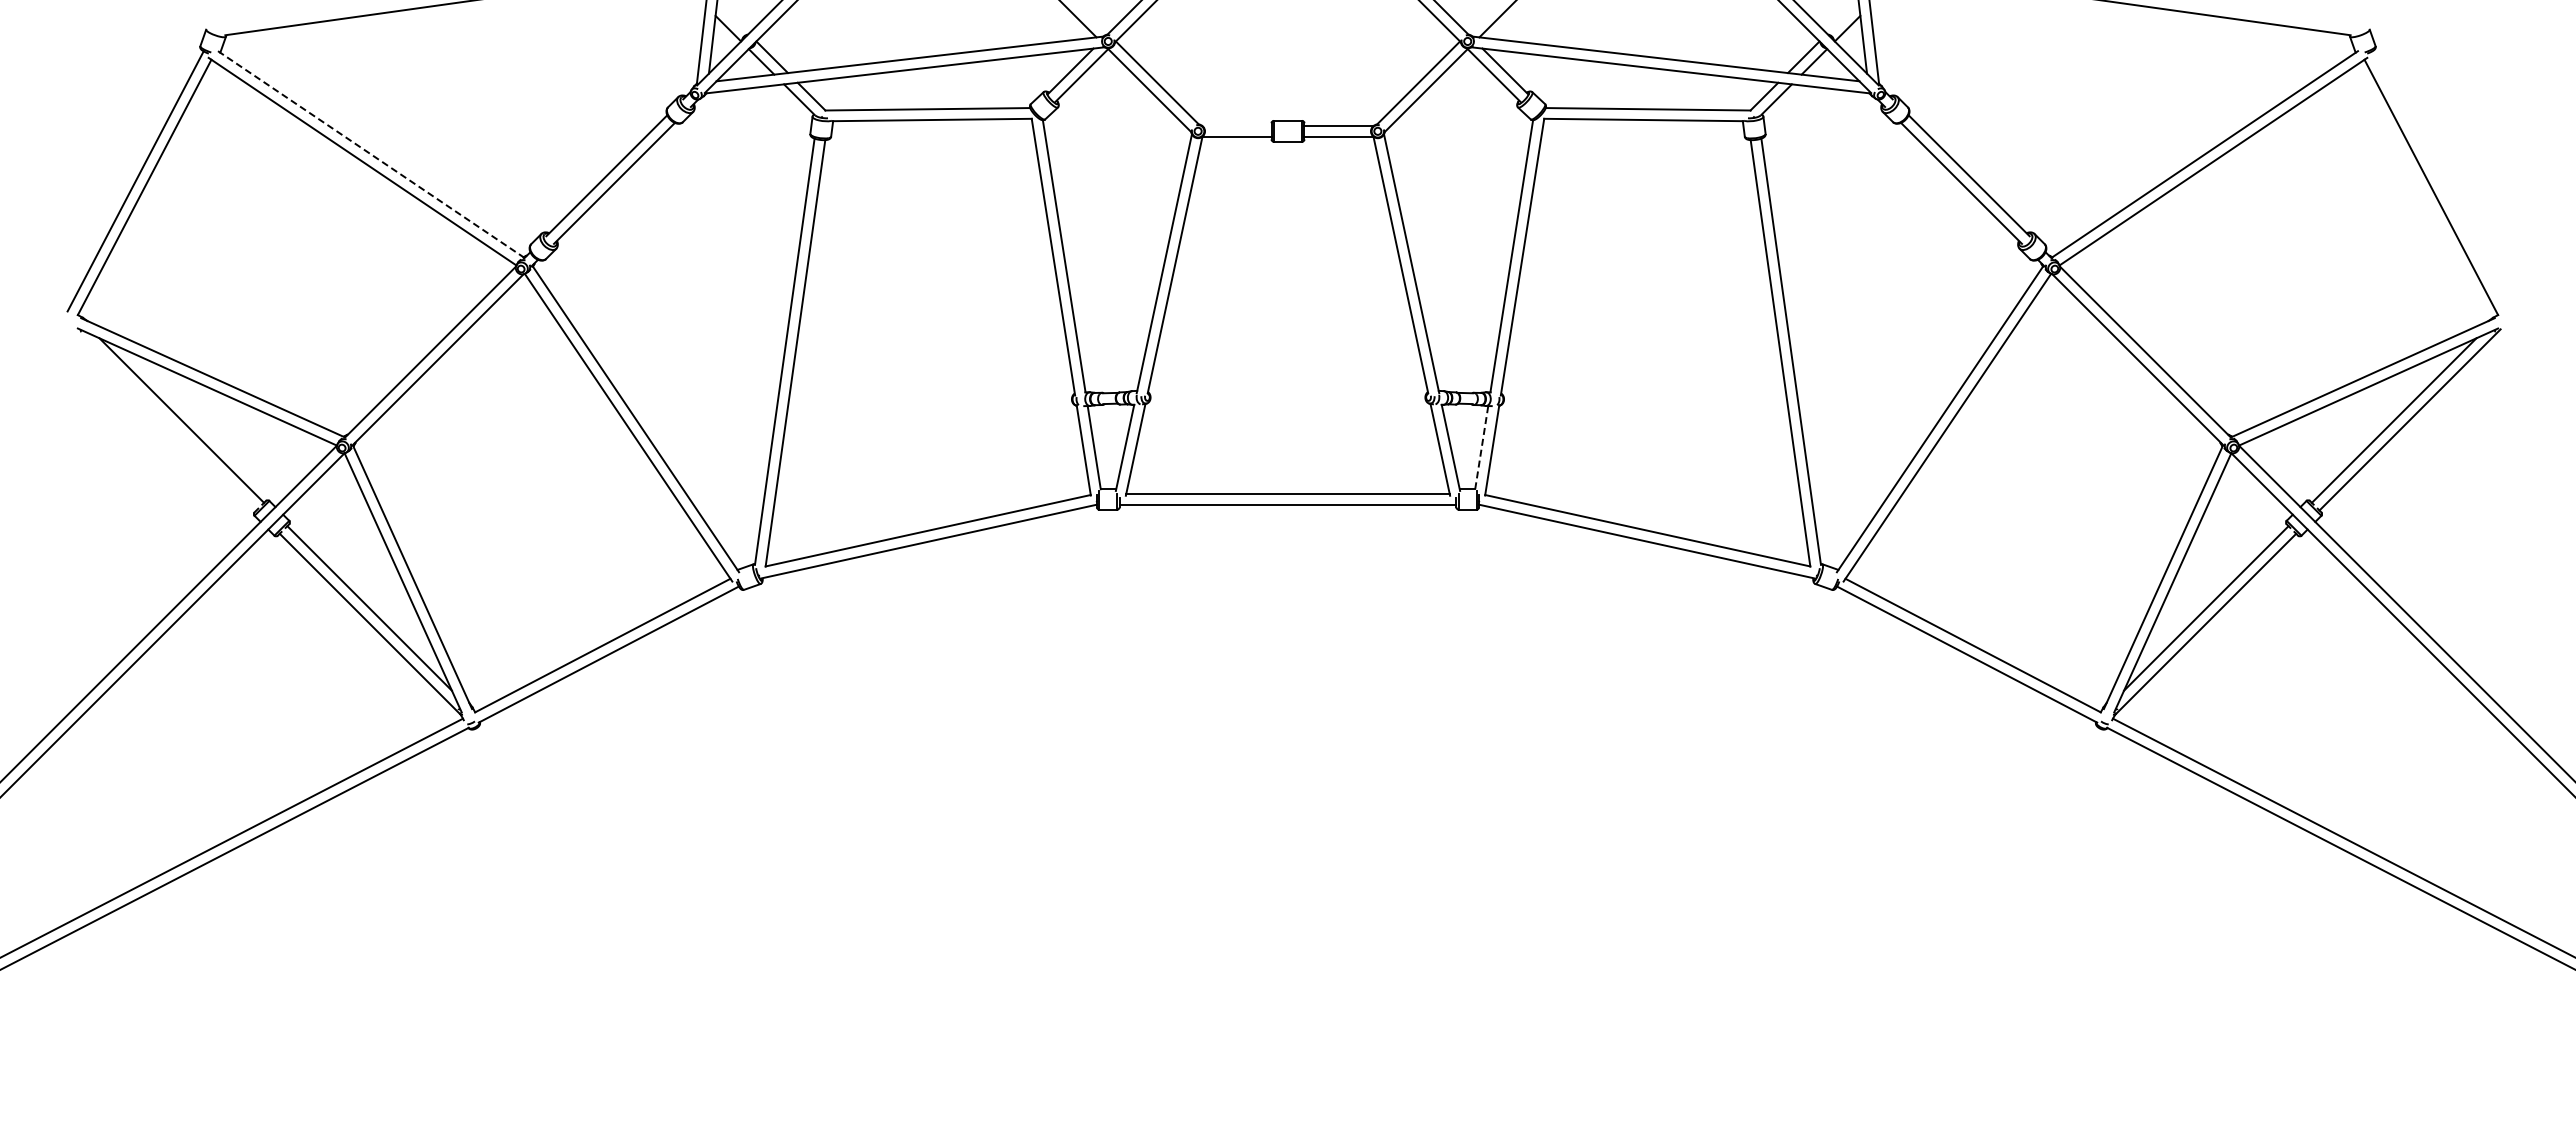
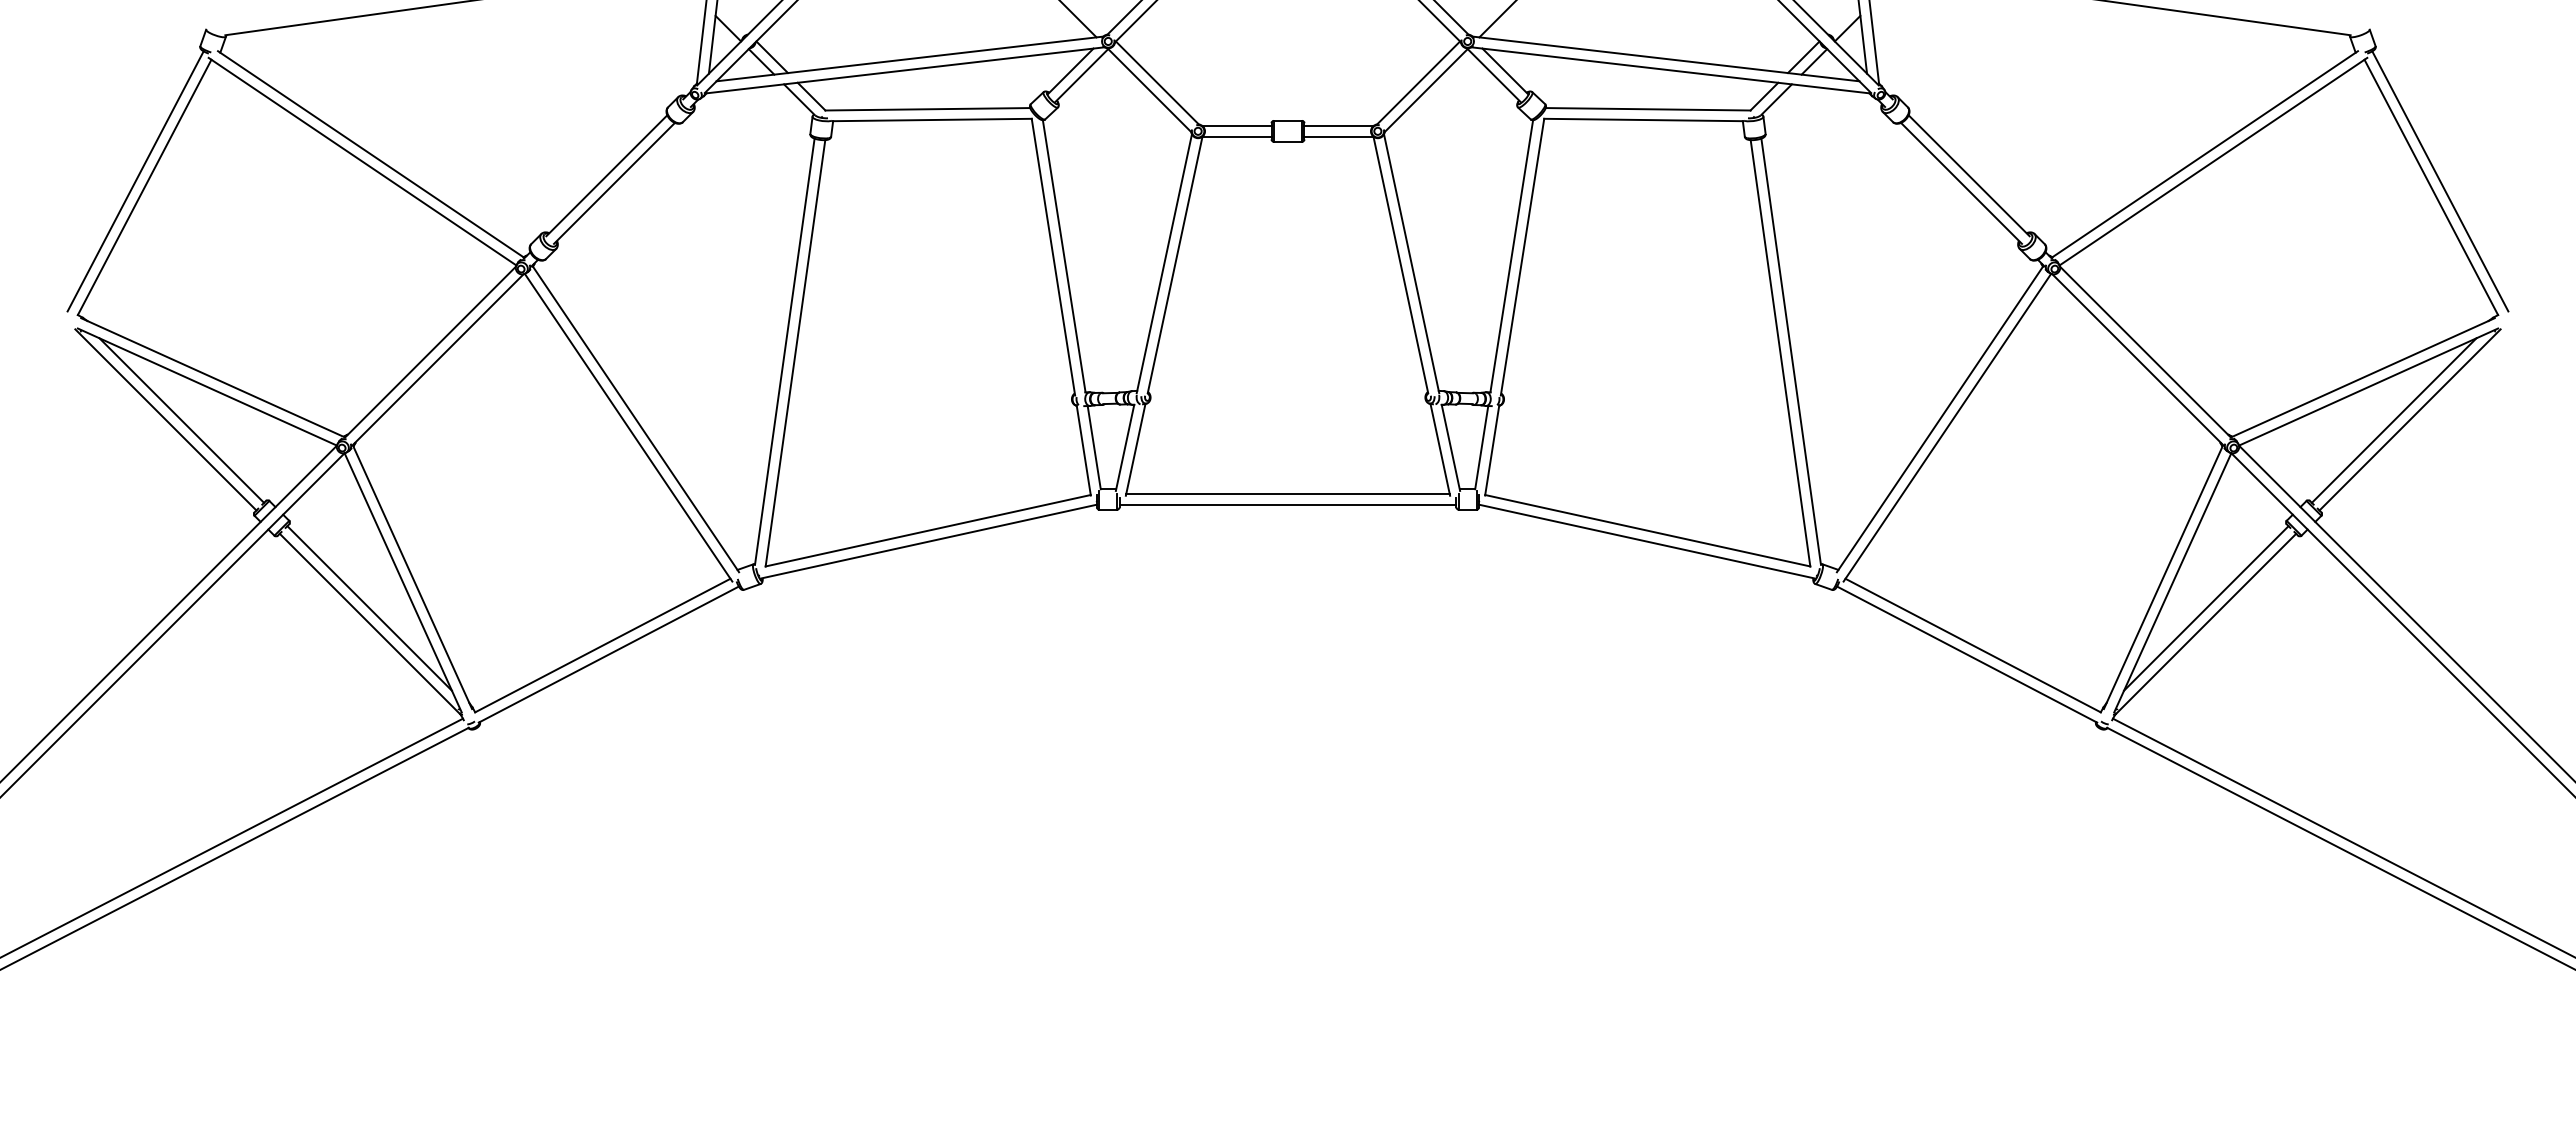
line at (1236, 125): none -> present
line at (371, 154): dashed -> solid
line at (2440, 181): none -> present
line at (165, 419): none -> present
line at (1481, 447): dashed -> solid
